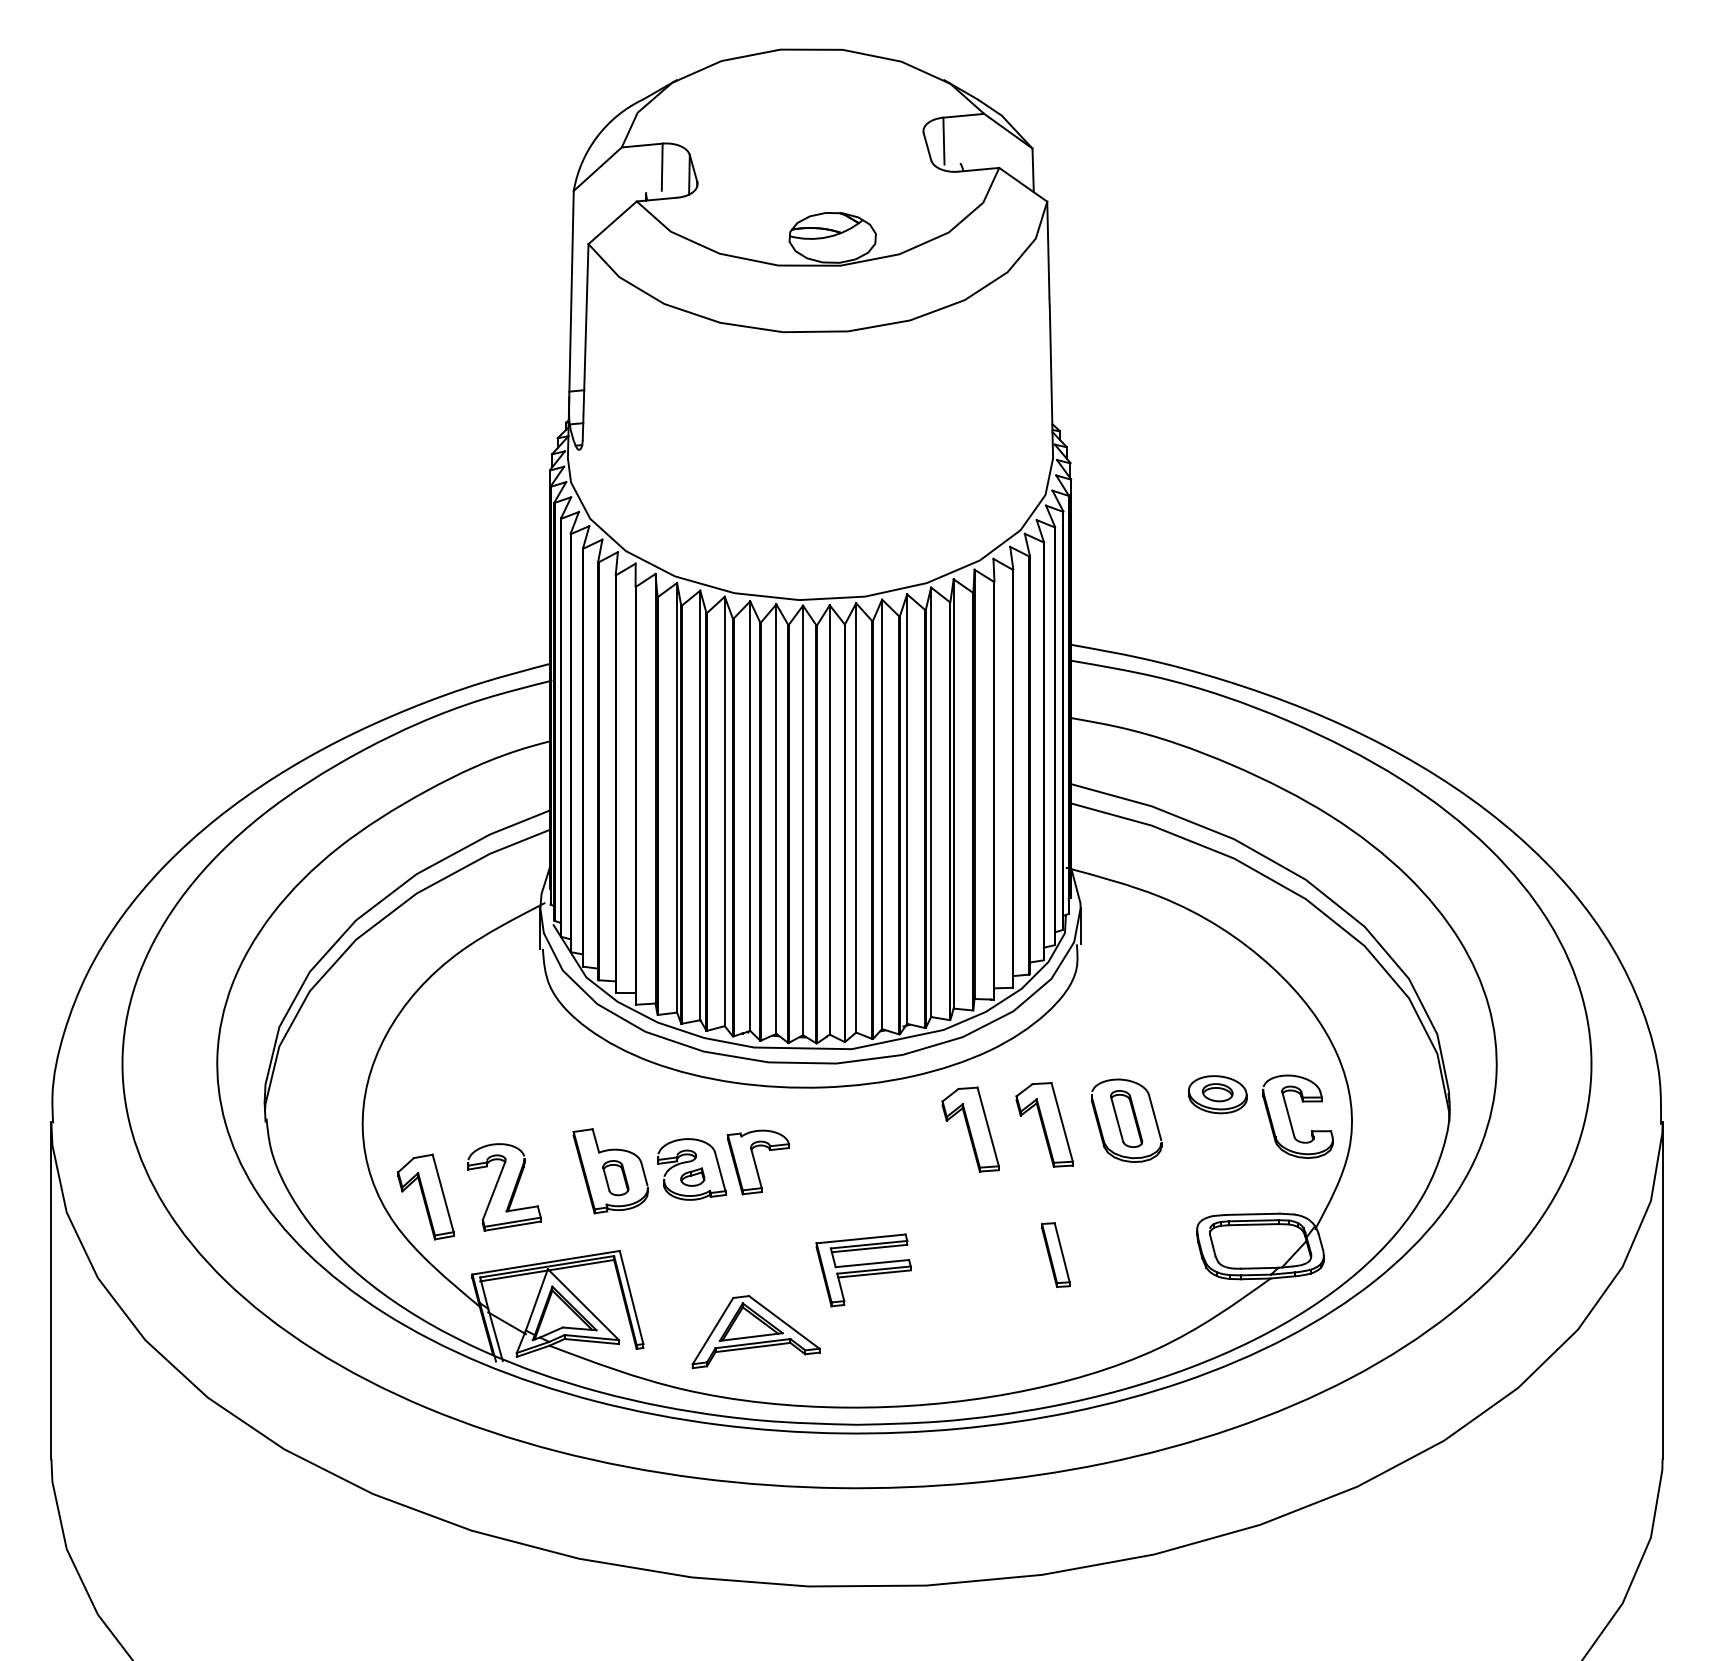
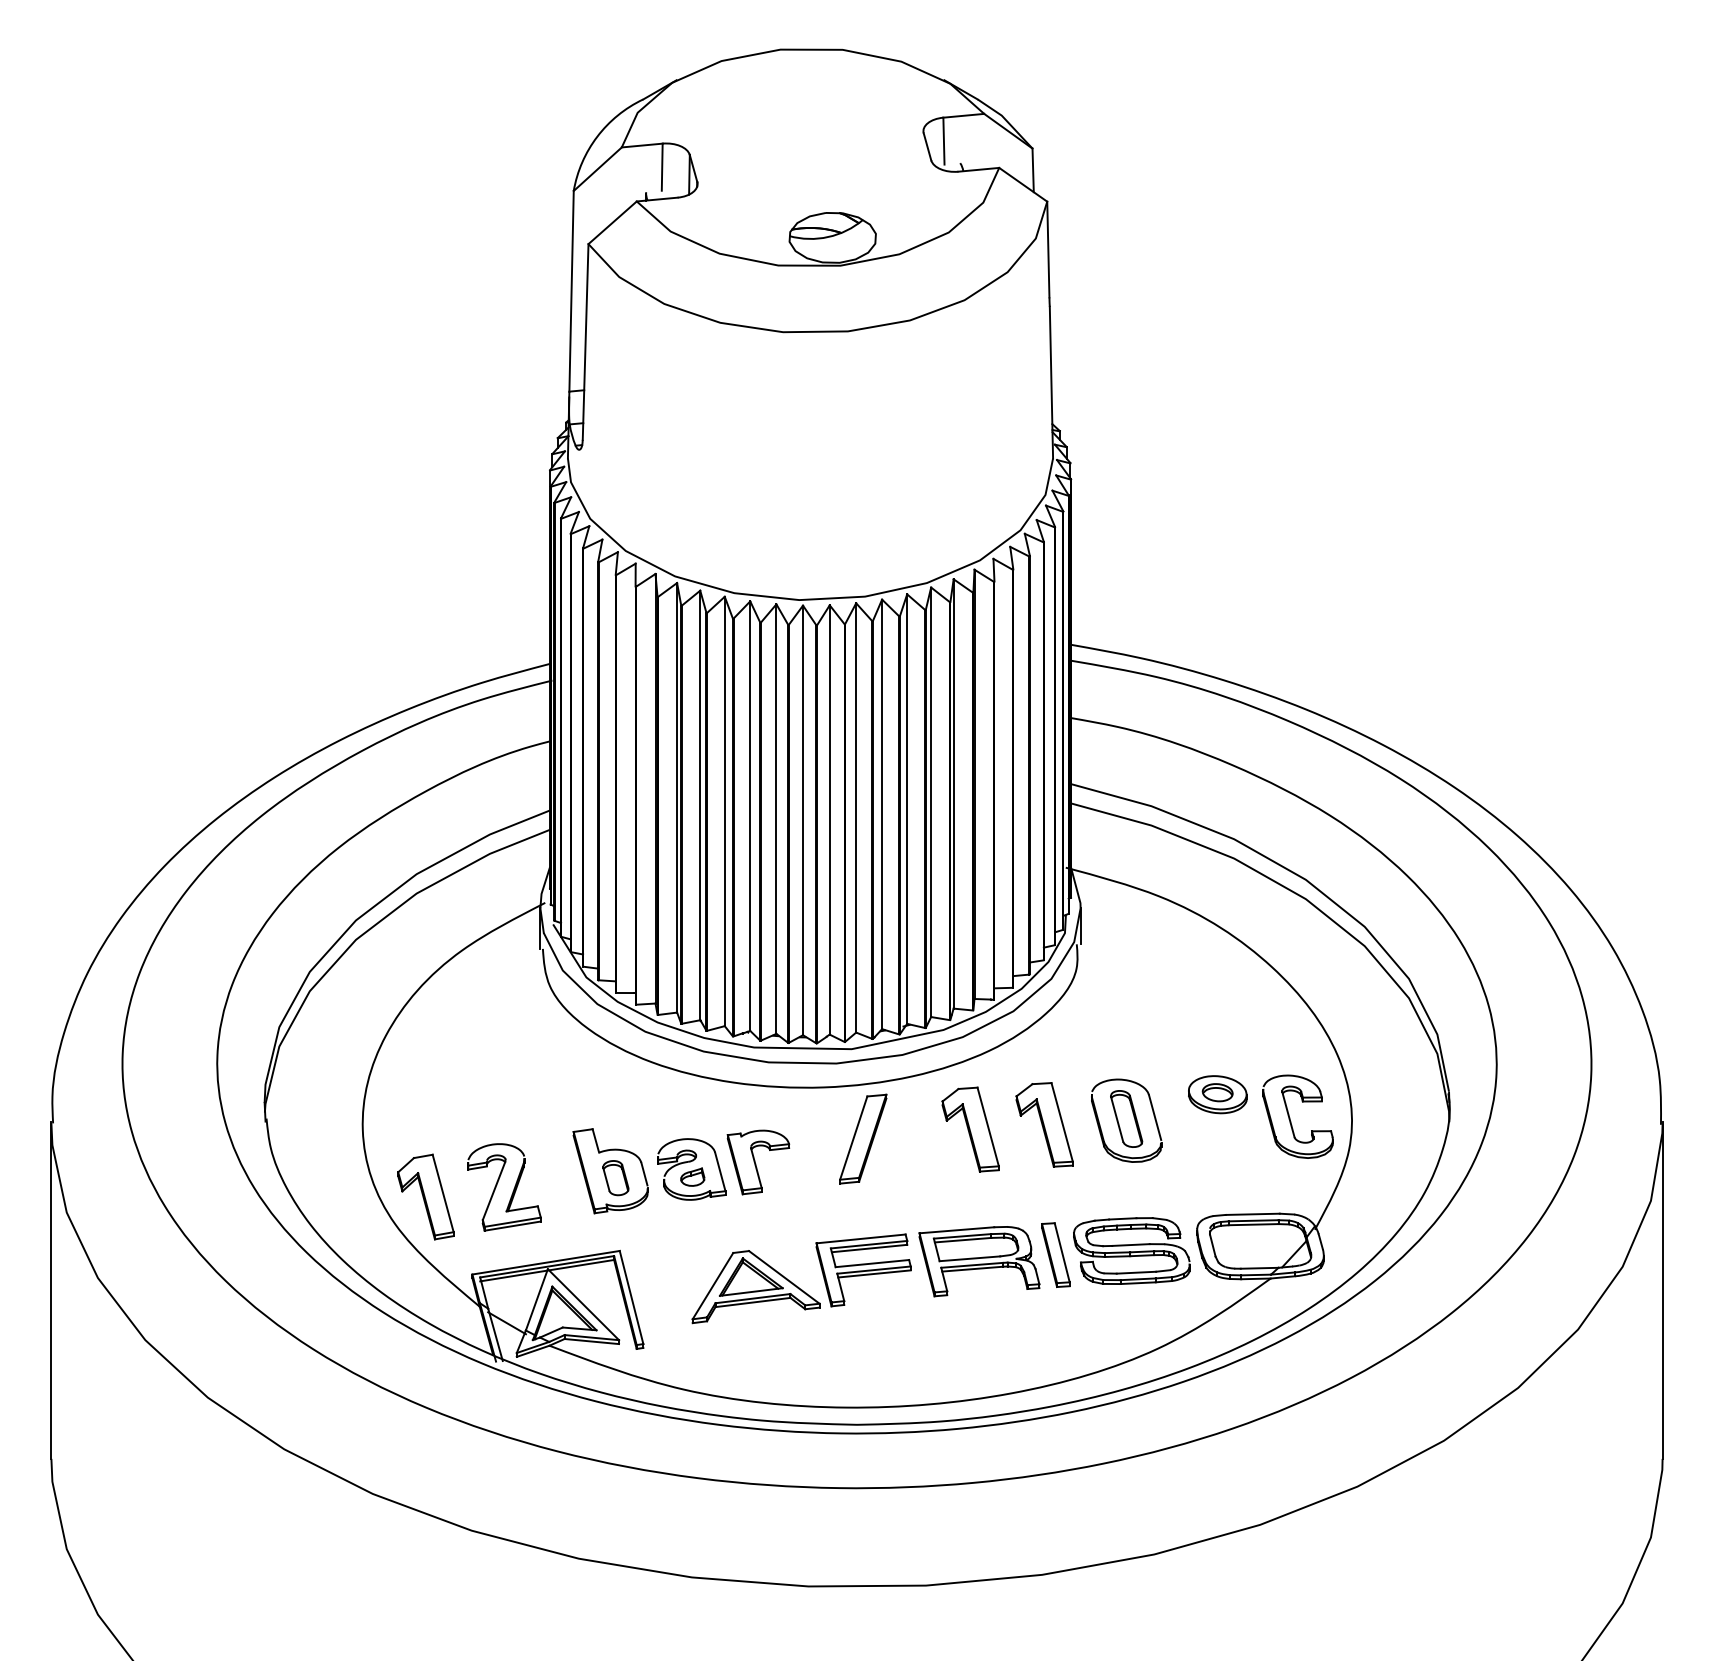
part at (863, 1138): none -> present
part at (1131, 1250): none -> present
part at (979, 1261): none -> present
part at (755, 1332) position: (755, 1332) -> (755, 1287)
